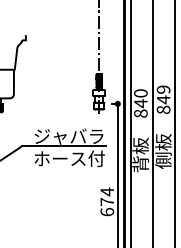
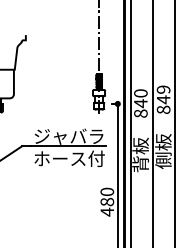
text at (107, 201): 674 -> 480
